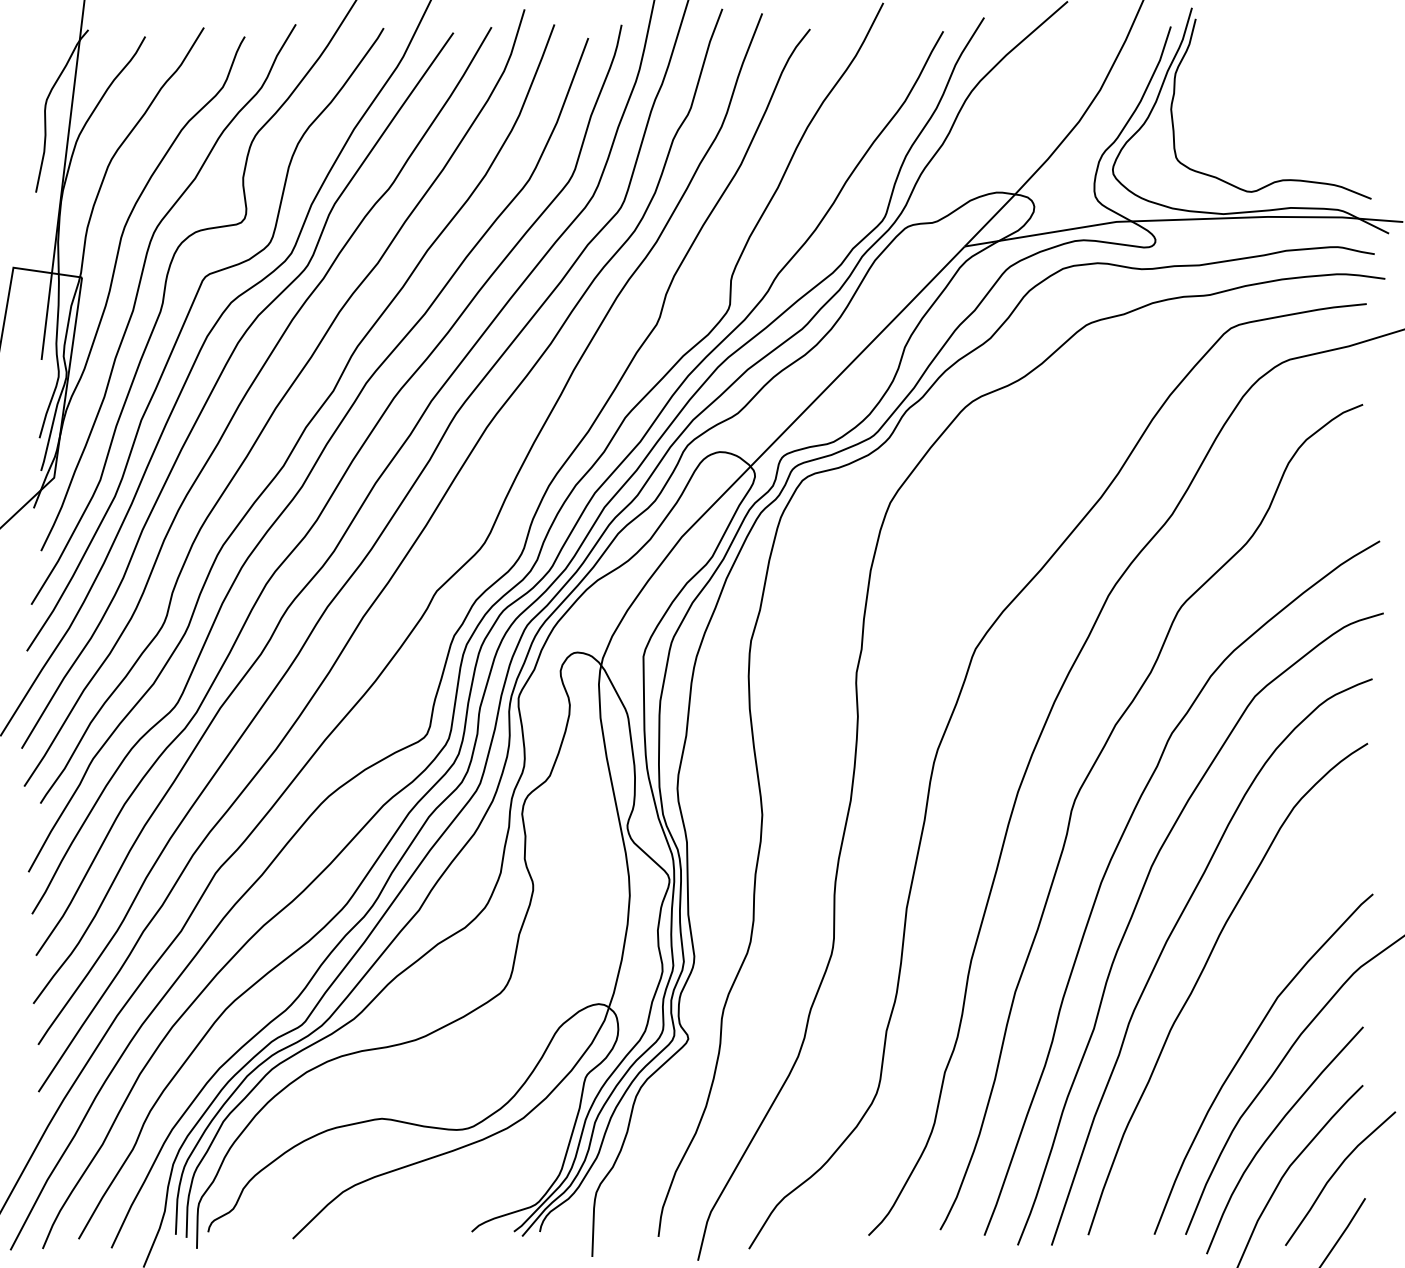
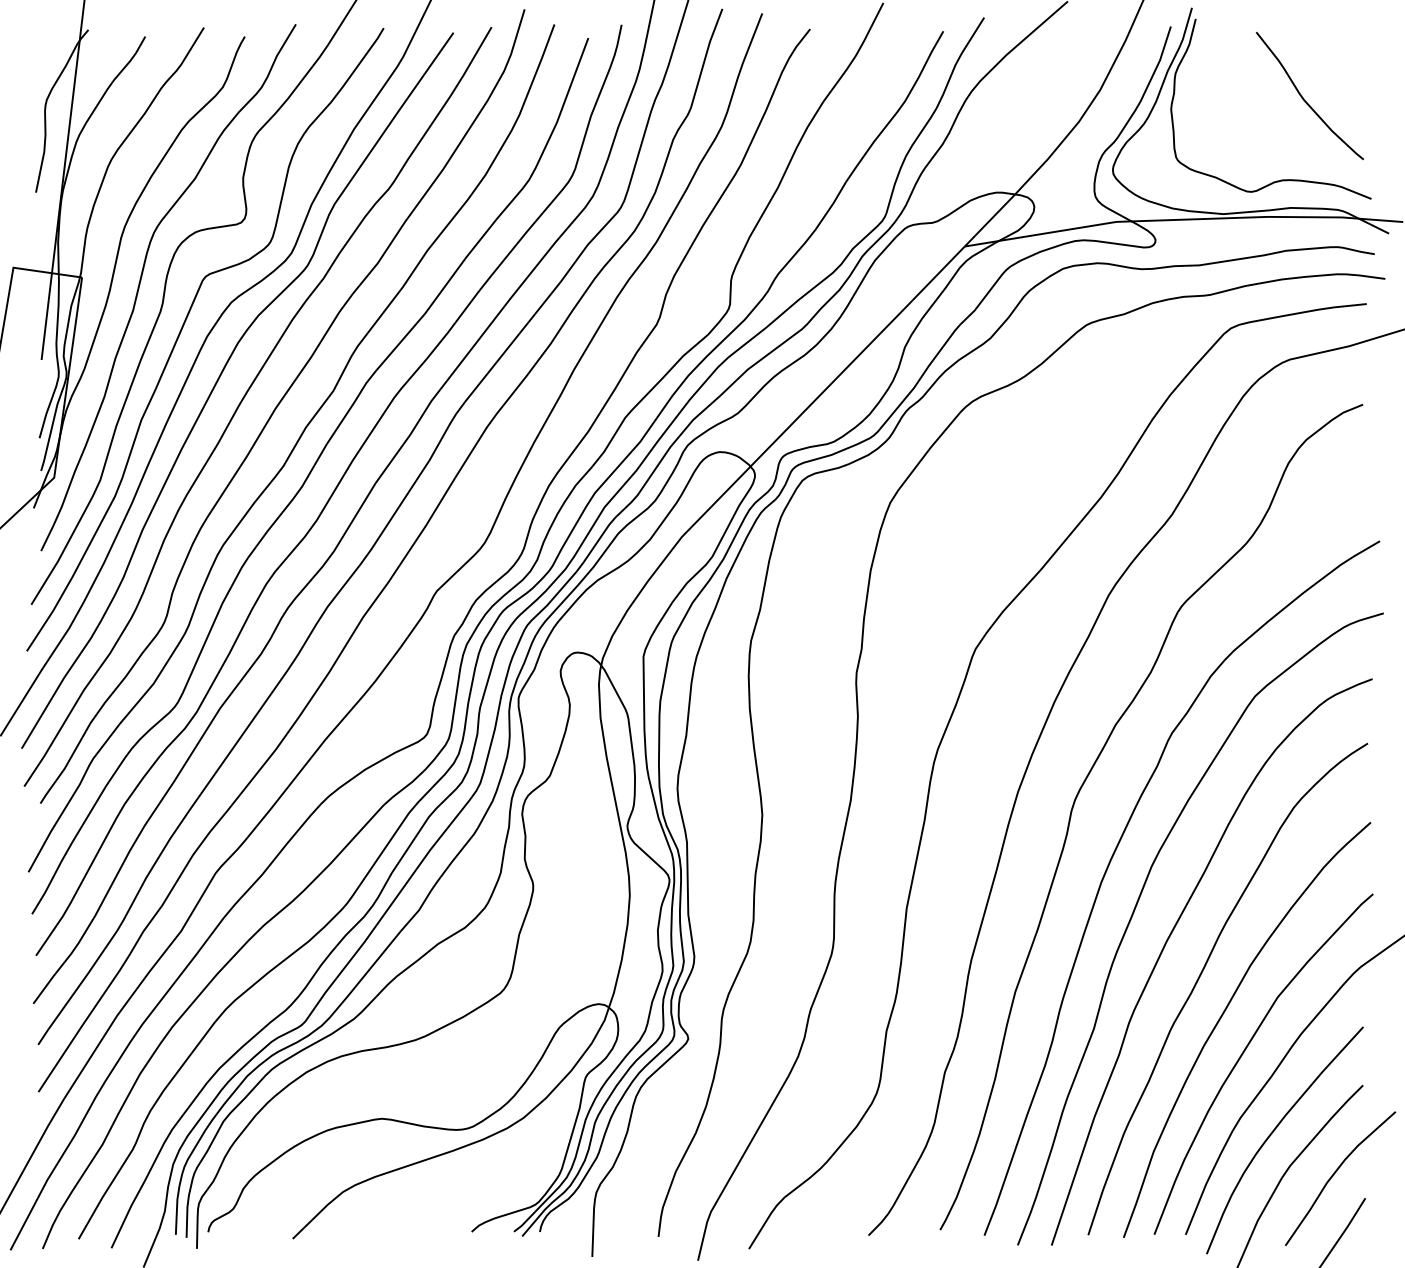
curve at (1304, 98): none -> present
curve at (1223, 1015): none -> present
